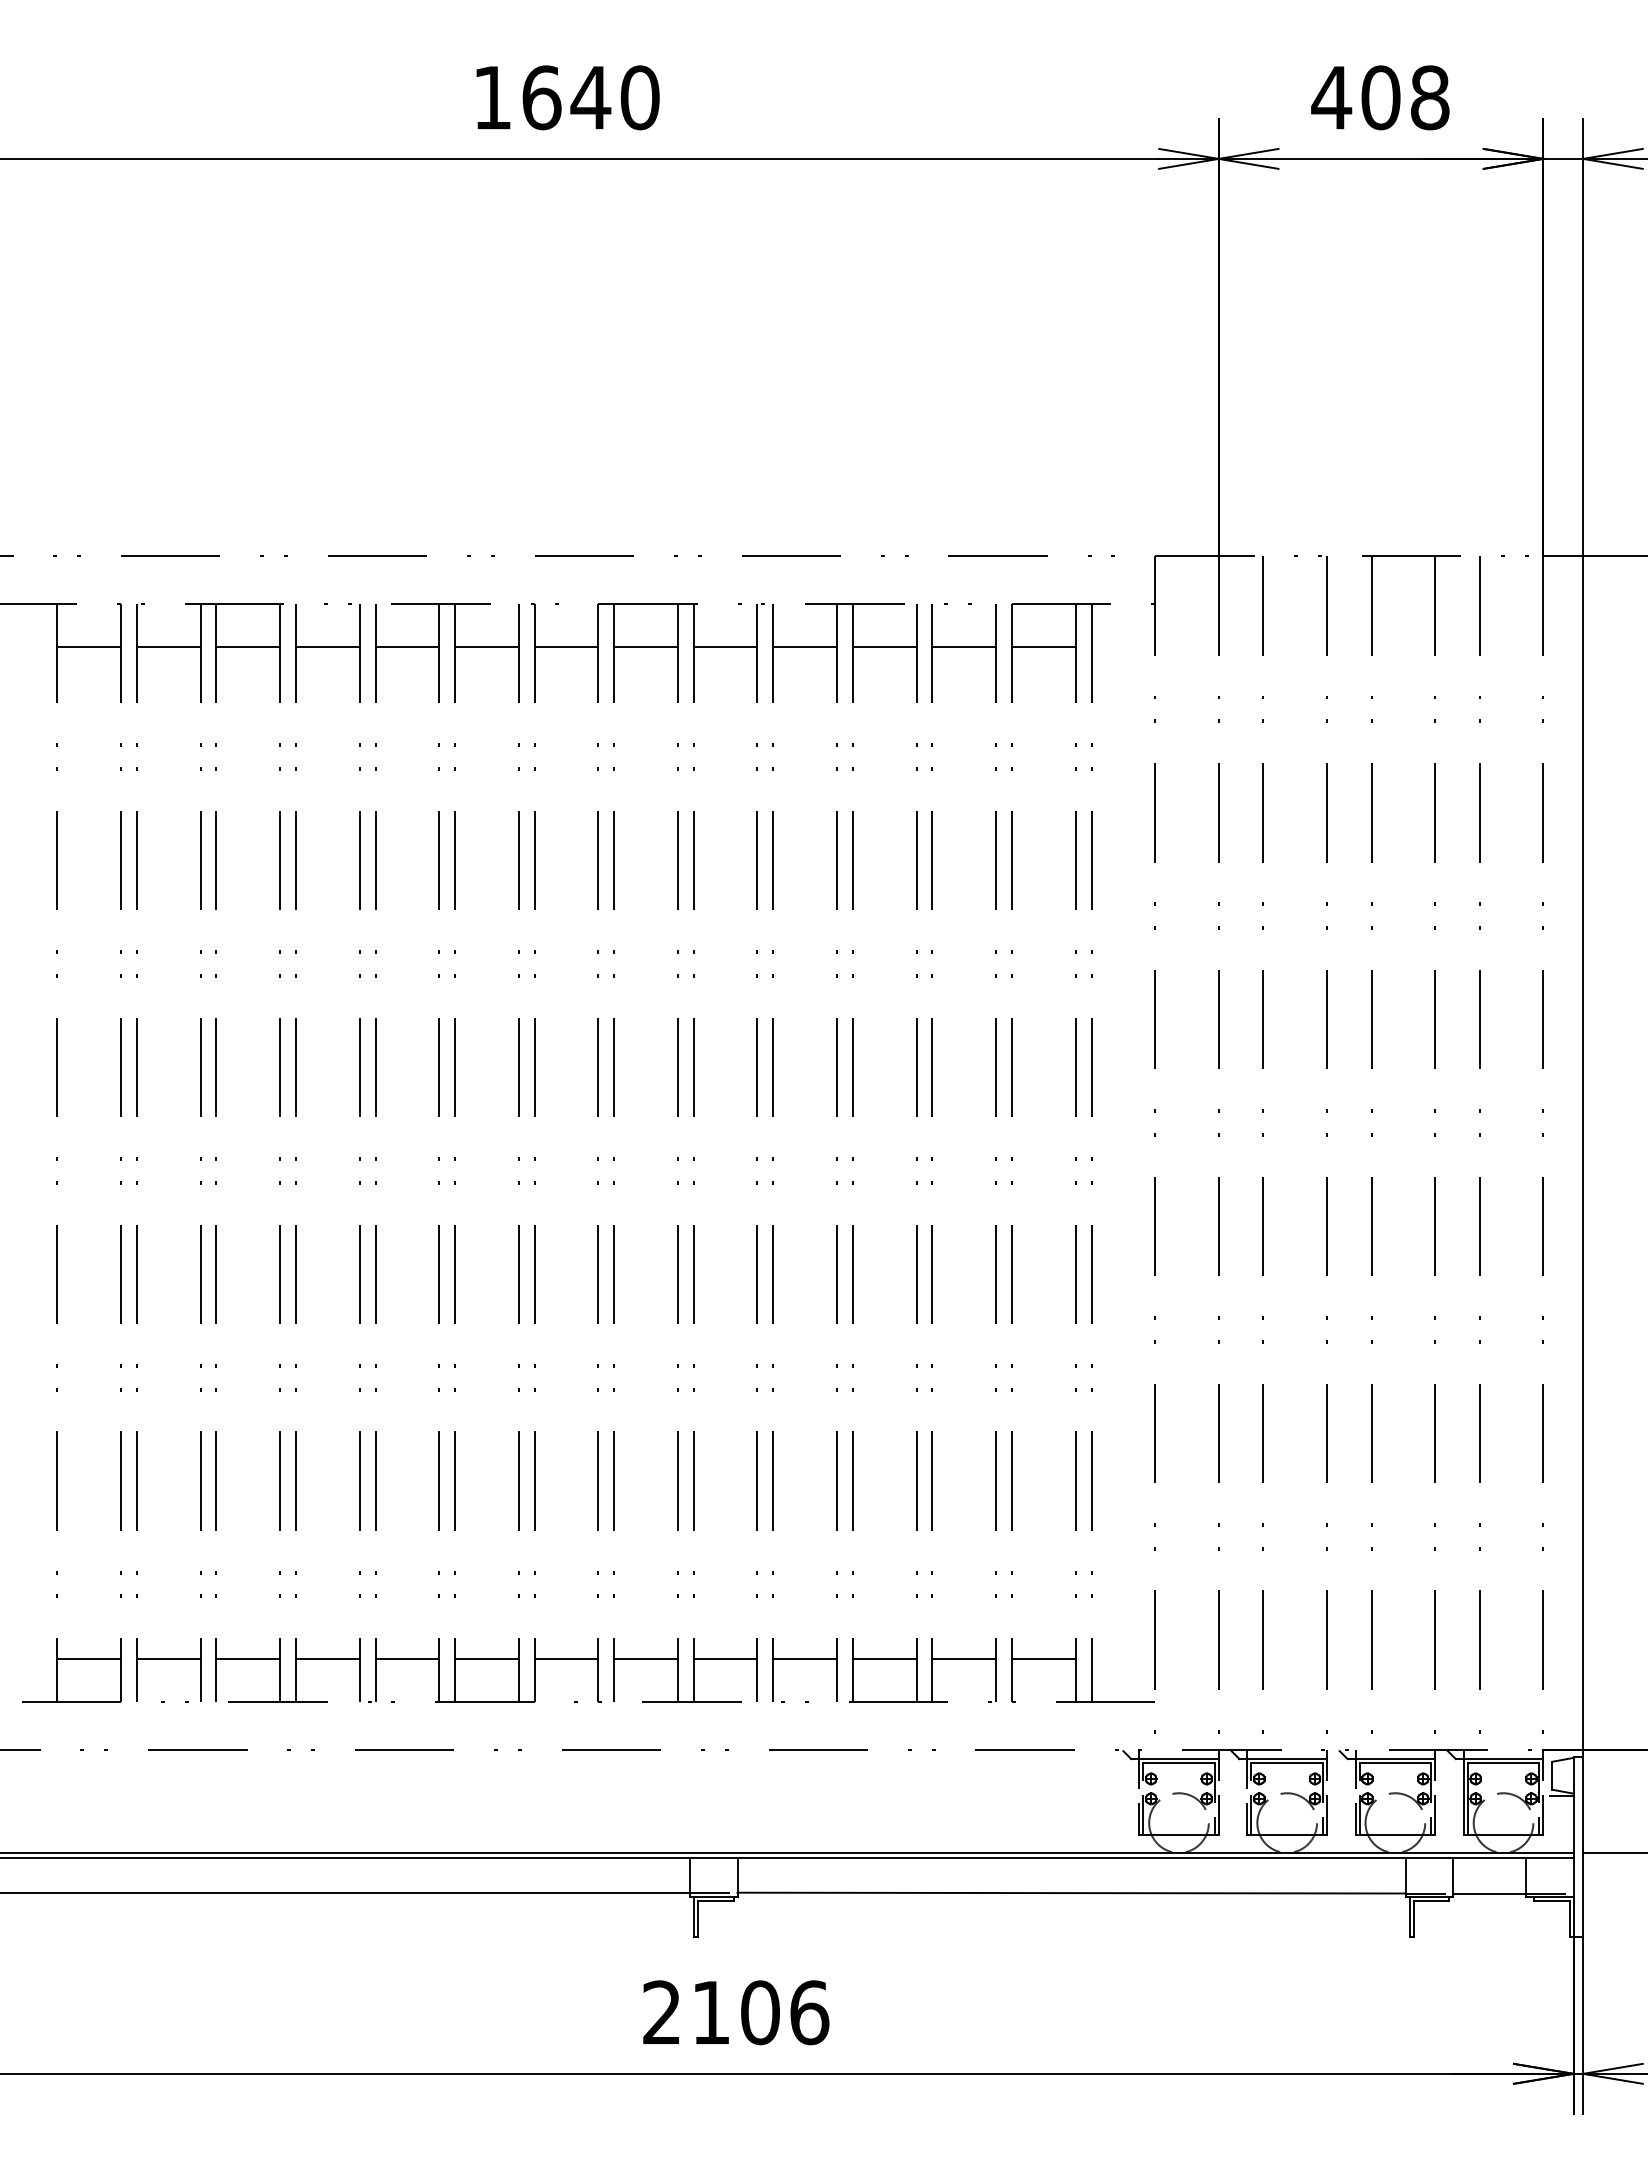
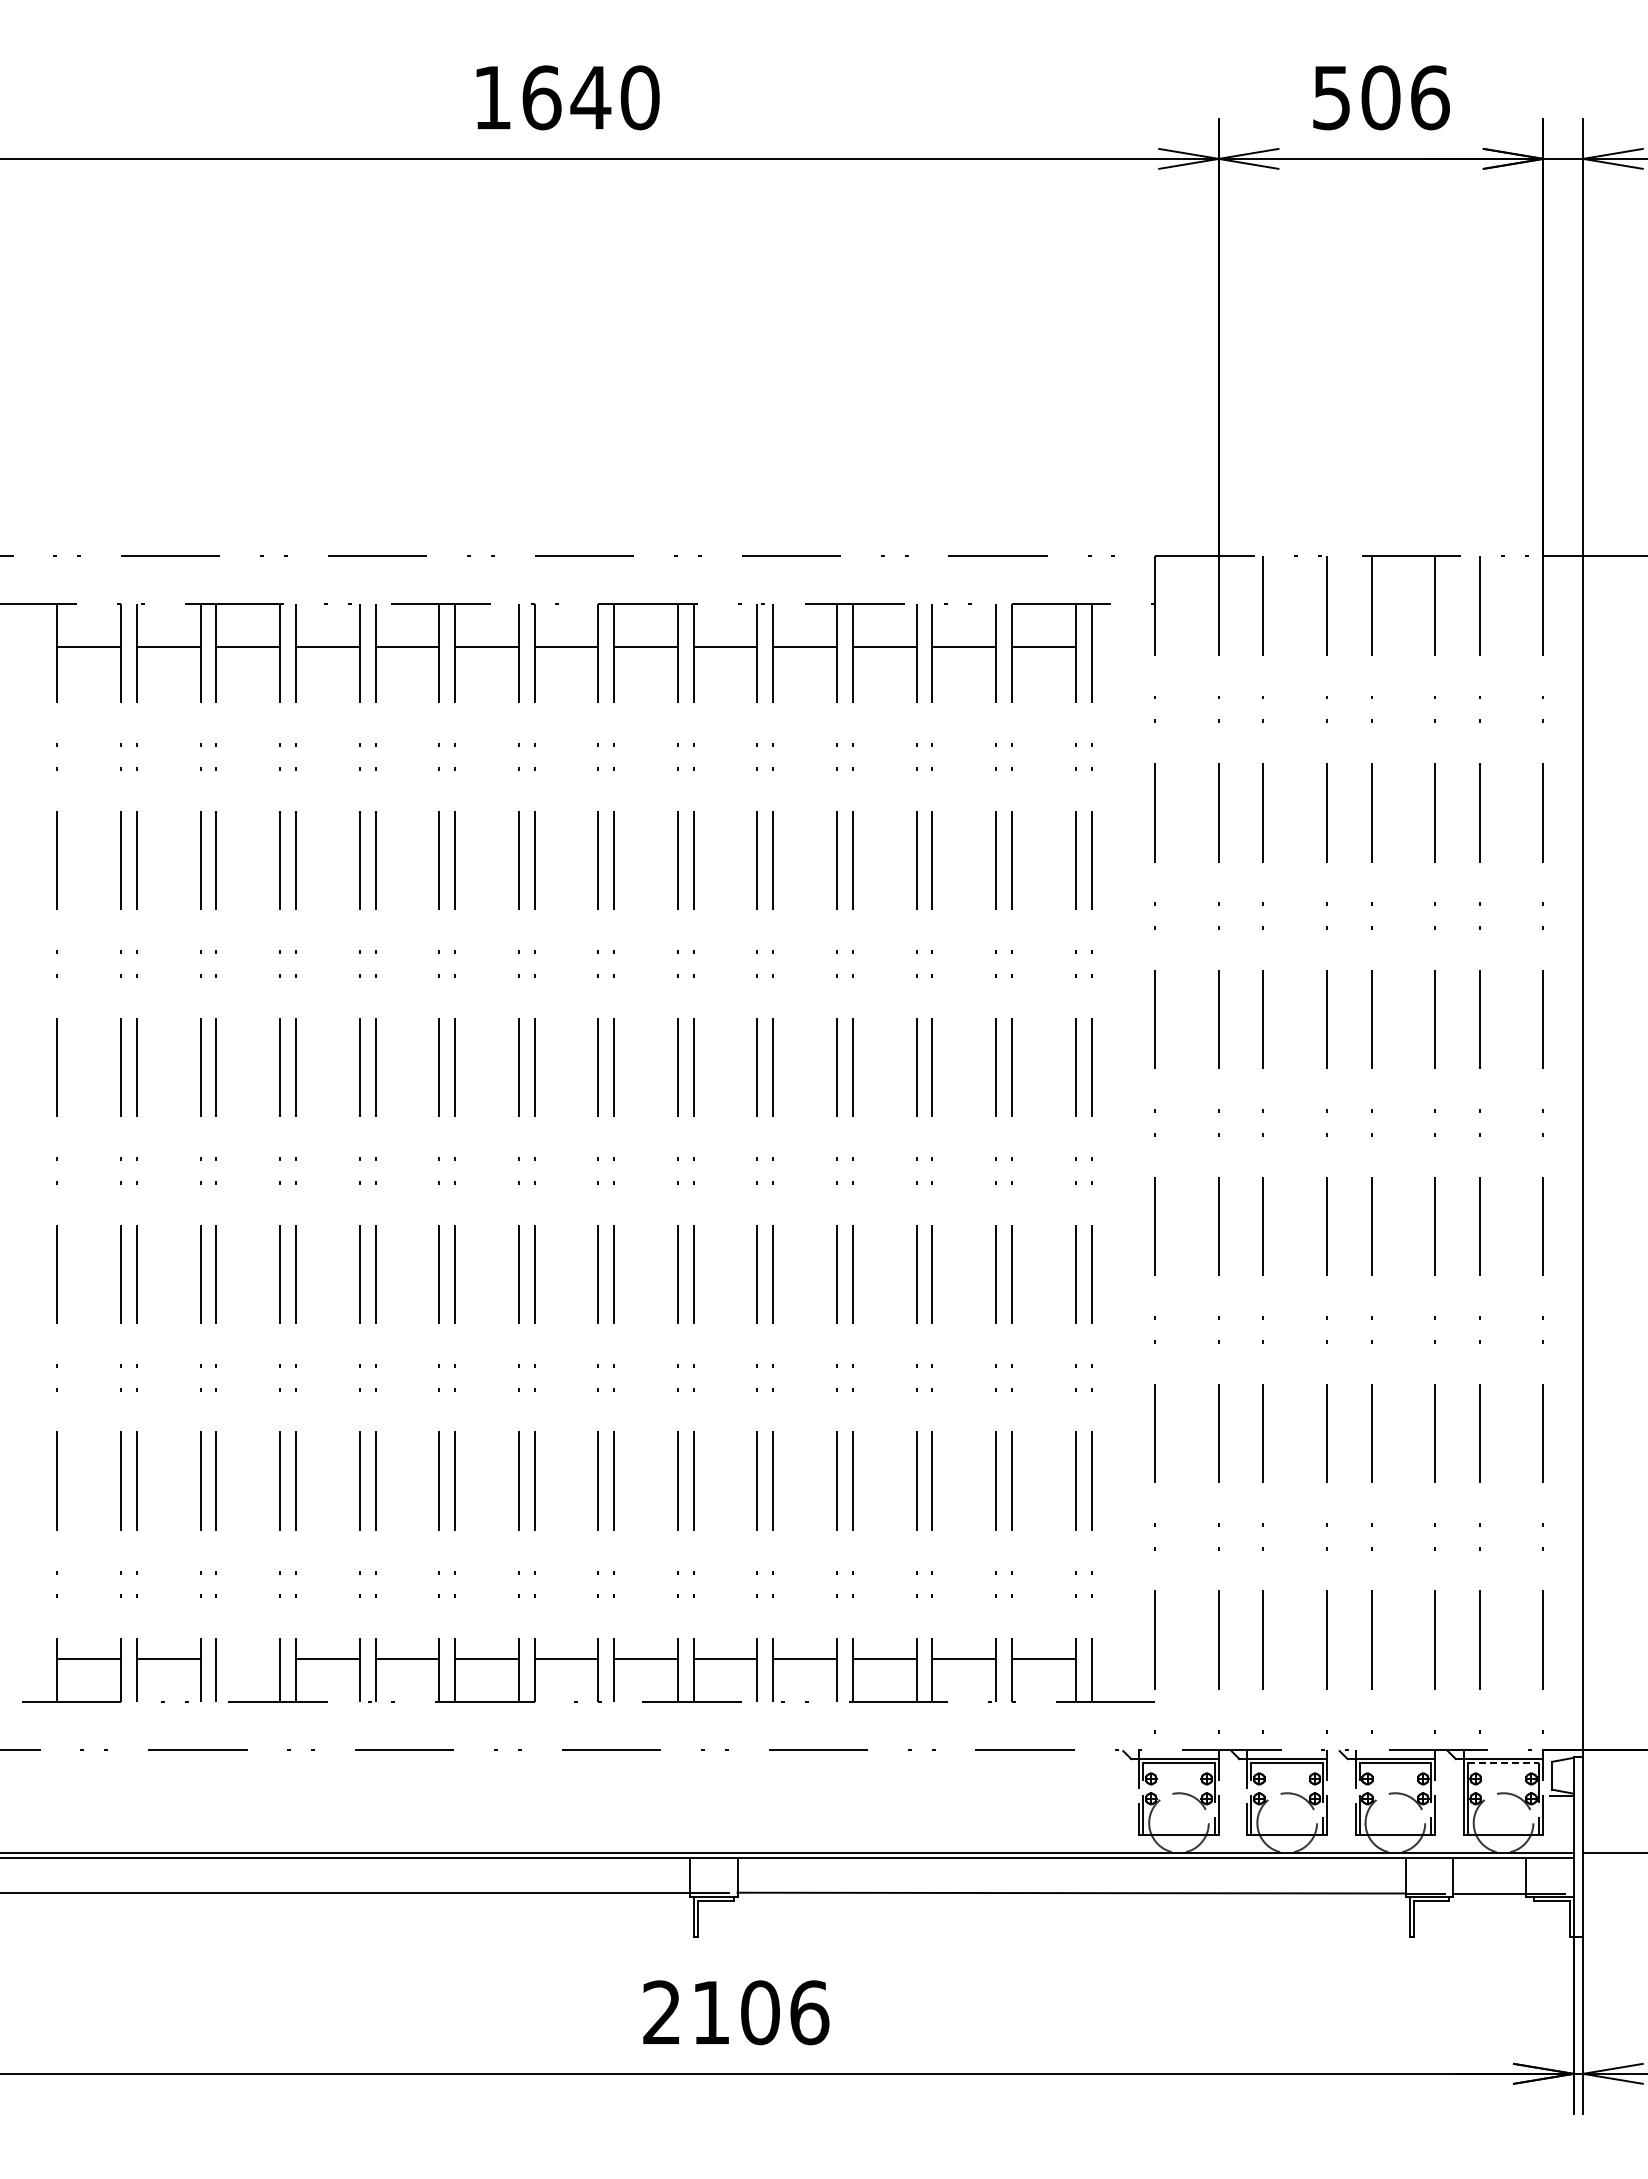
text at (1380, 97): 408 -> 506
line at (248, 1659): present -> none
line at (1503, 1763): solid -> dashed
